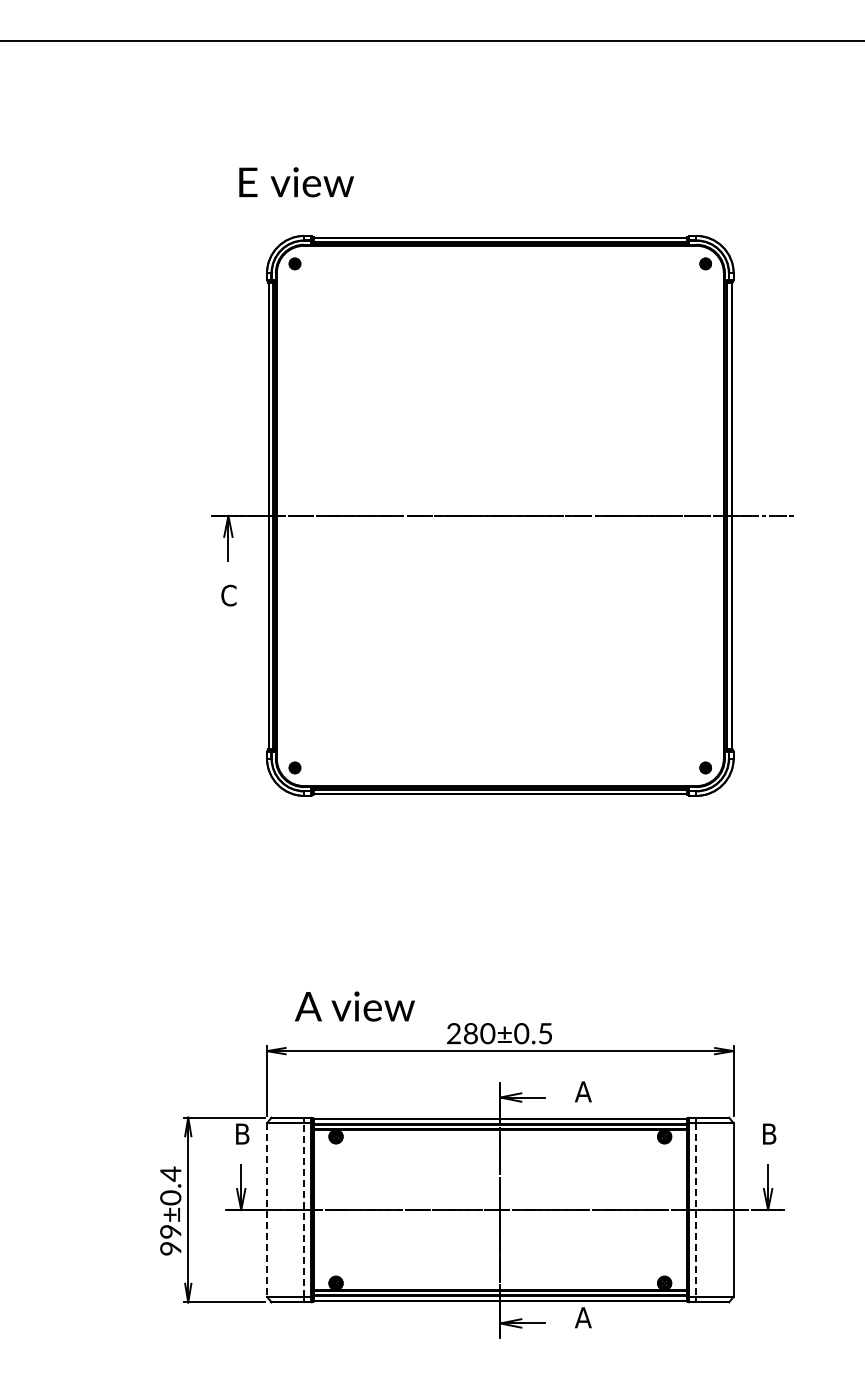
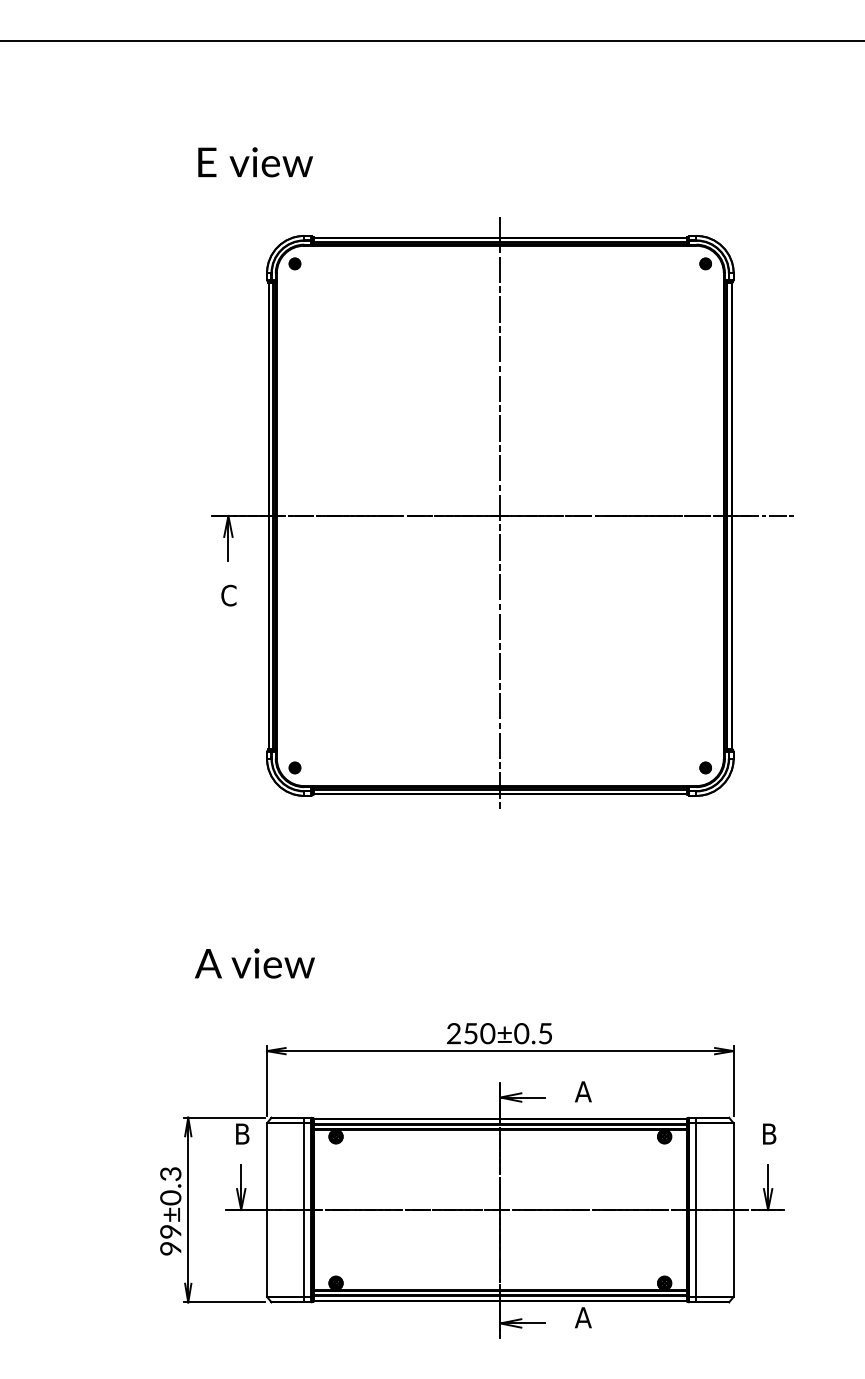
text at (296, 182) position: (296, 182) -> (255, 162)
line at (500, 513): none -> present
text at (354, 1006) position: (354, 1006) -> (254, 963)
text at (470, 1033): 280±0.5 -> 250±0.5
text at (170, 1173): 99±0.4 -> 99±0.3
line at (266, 1210): dashed -> solid
line at (304, 1210): dashed -> solid
line at (696, 1210): dashed -> solid
